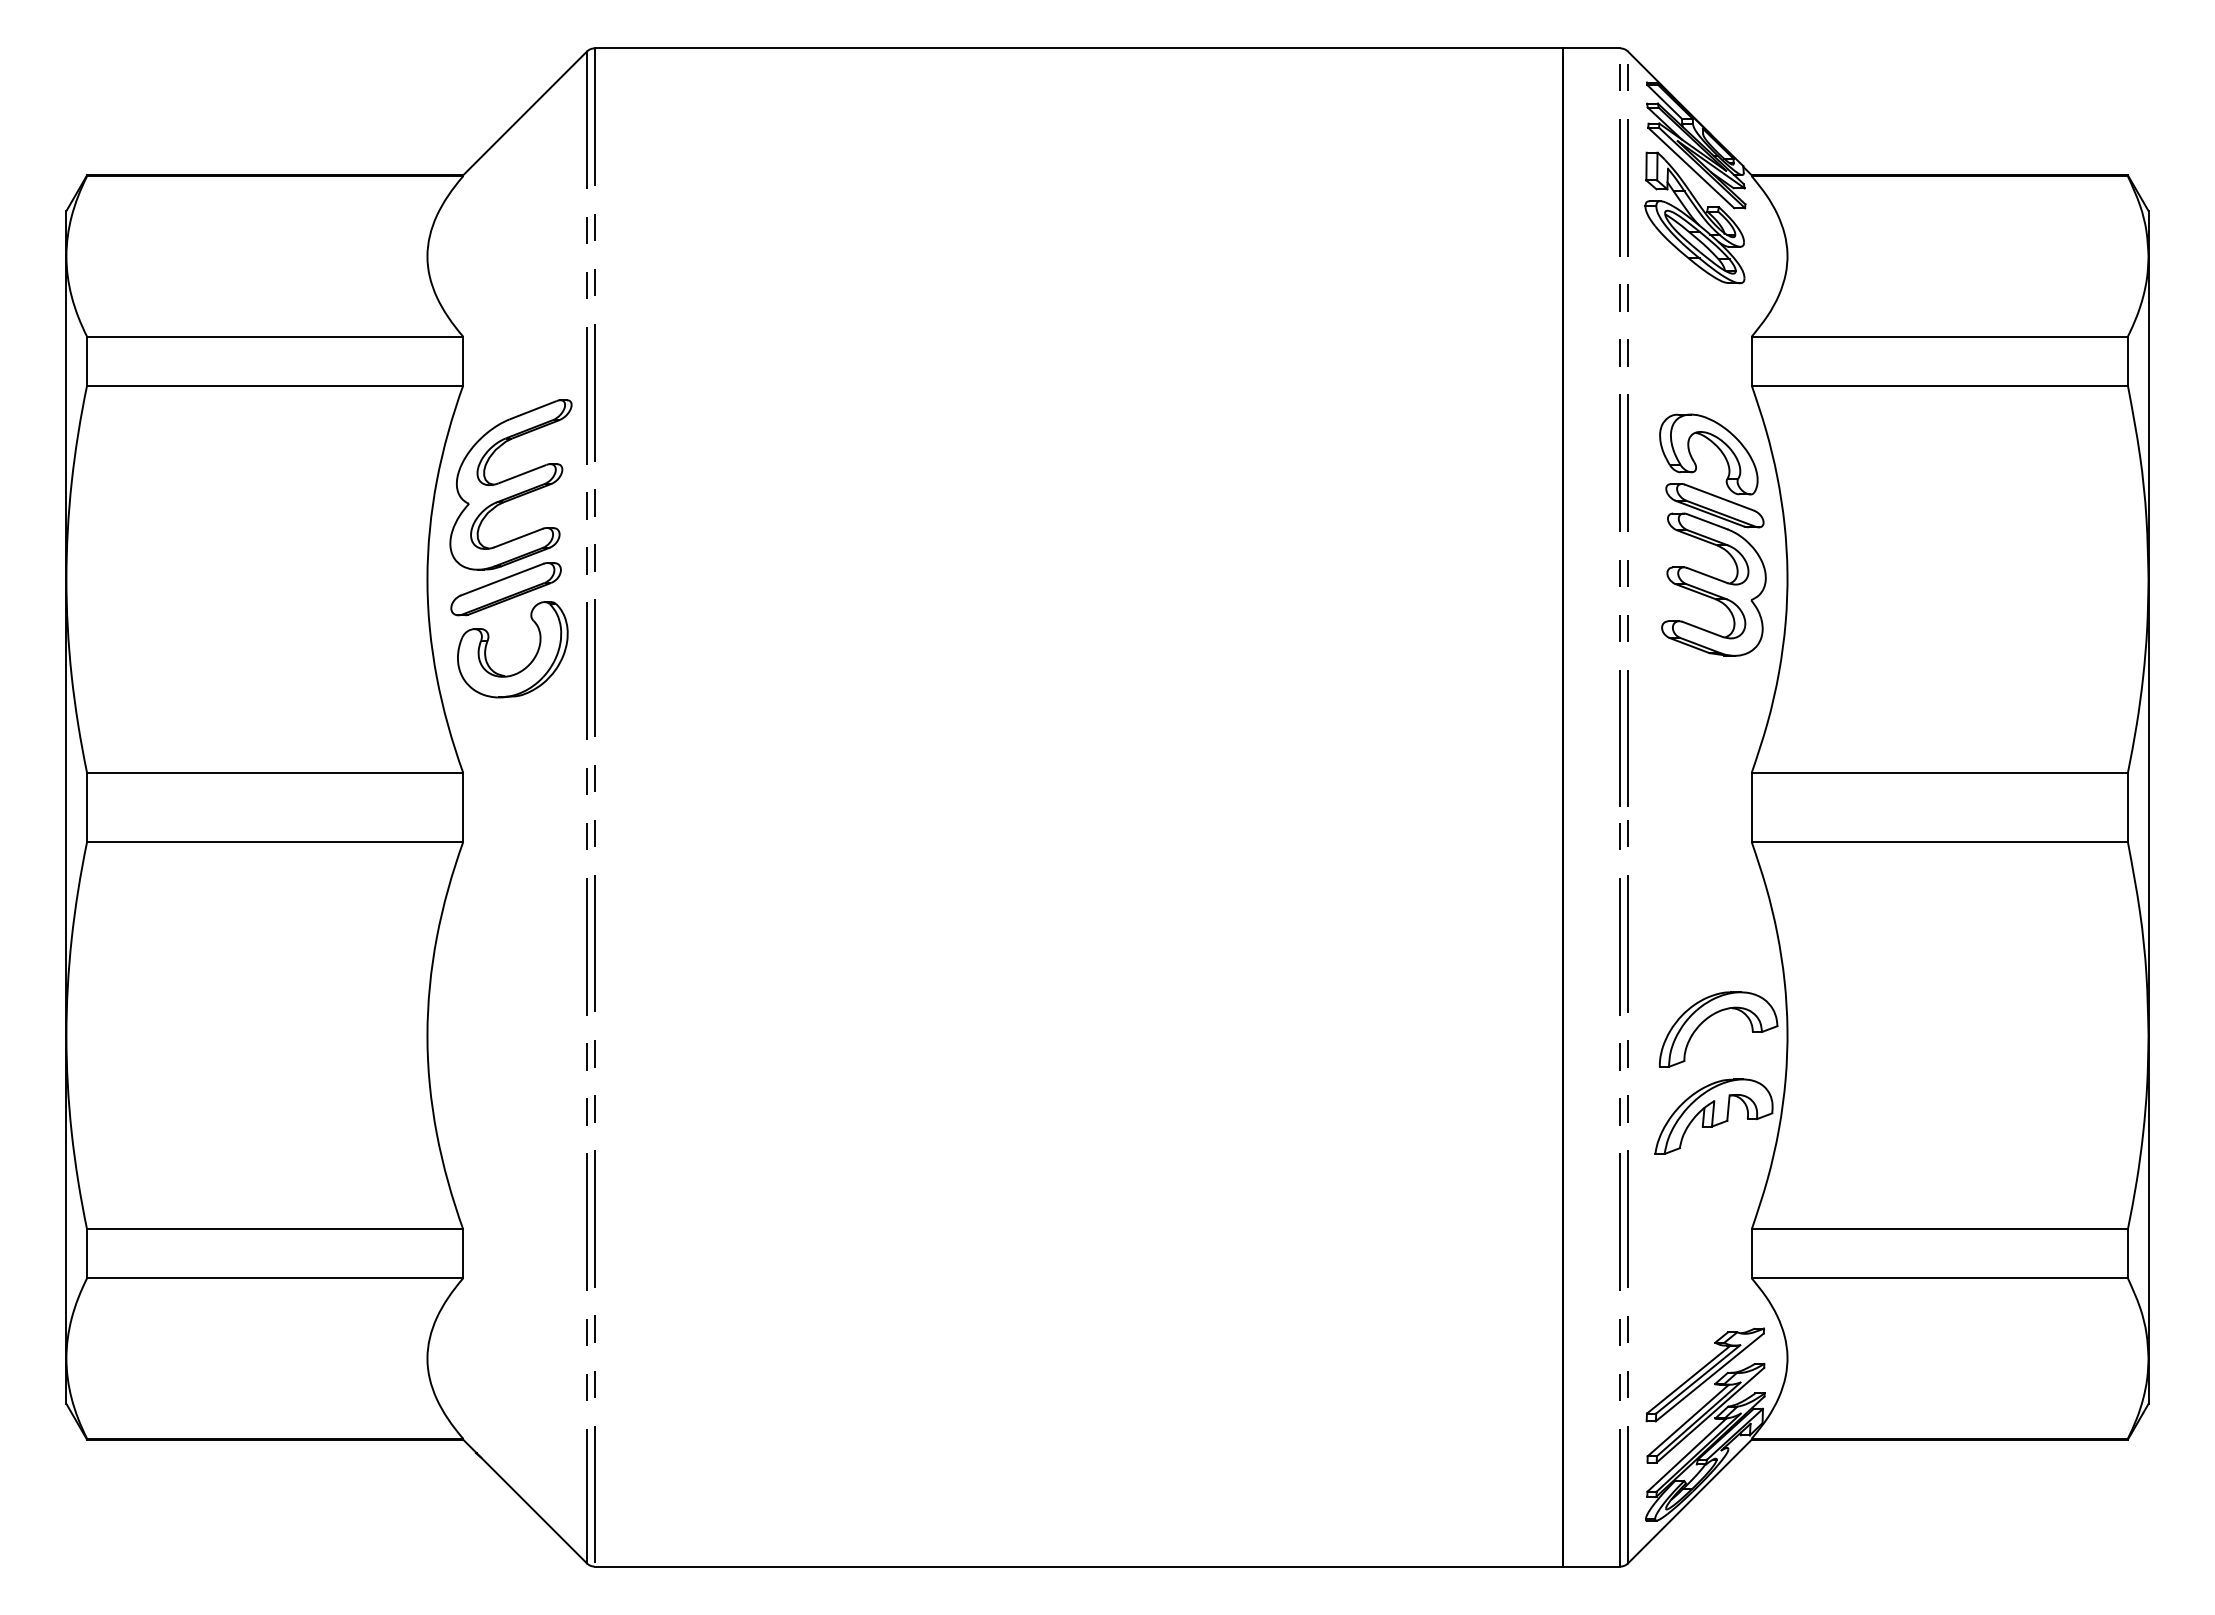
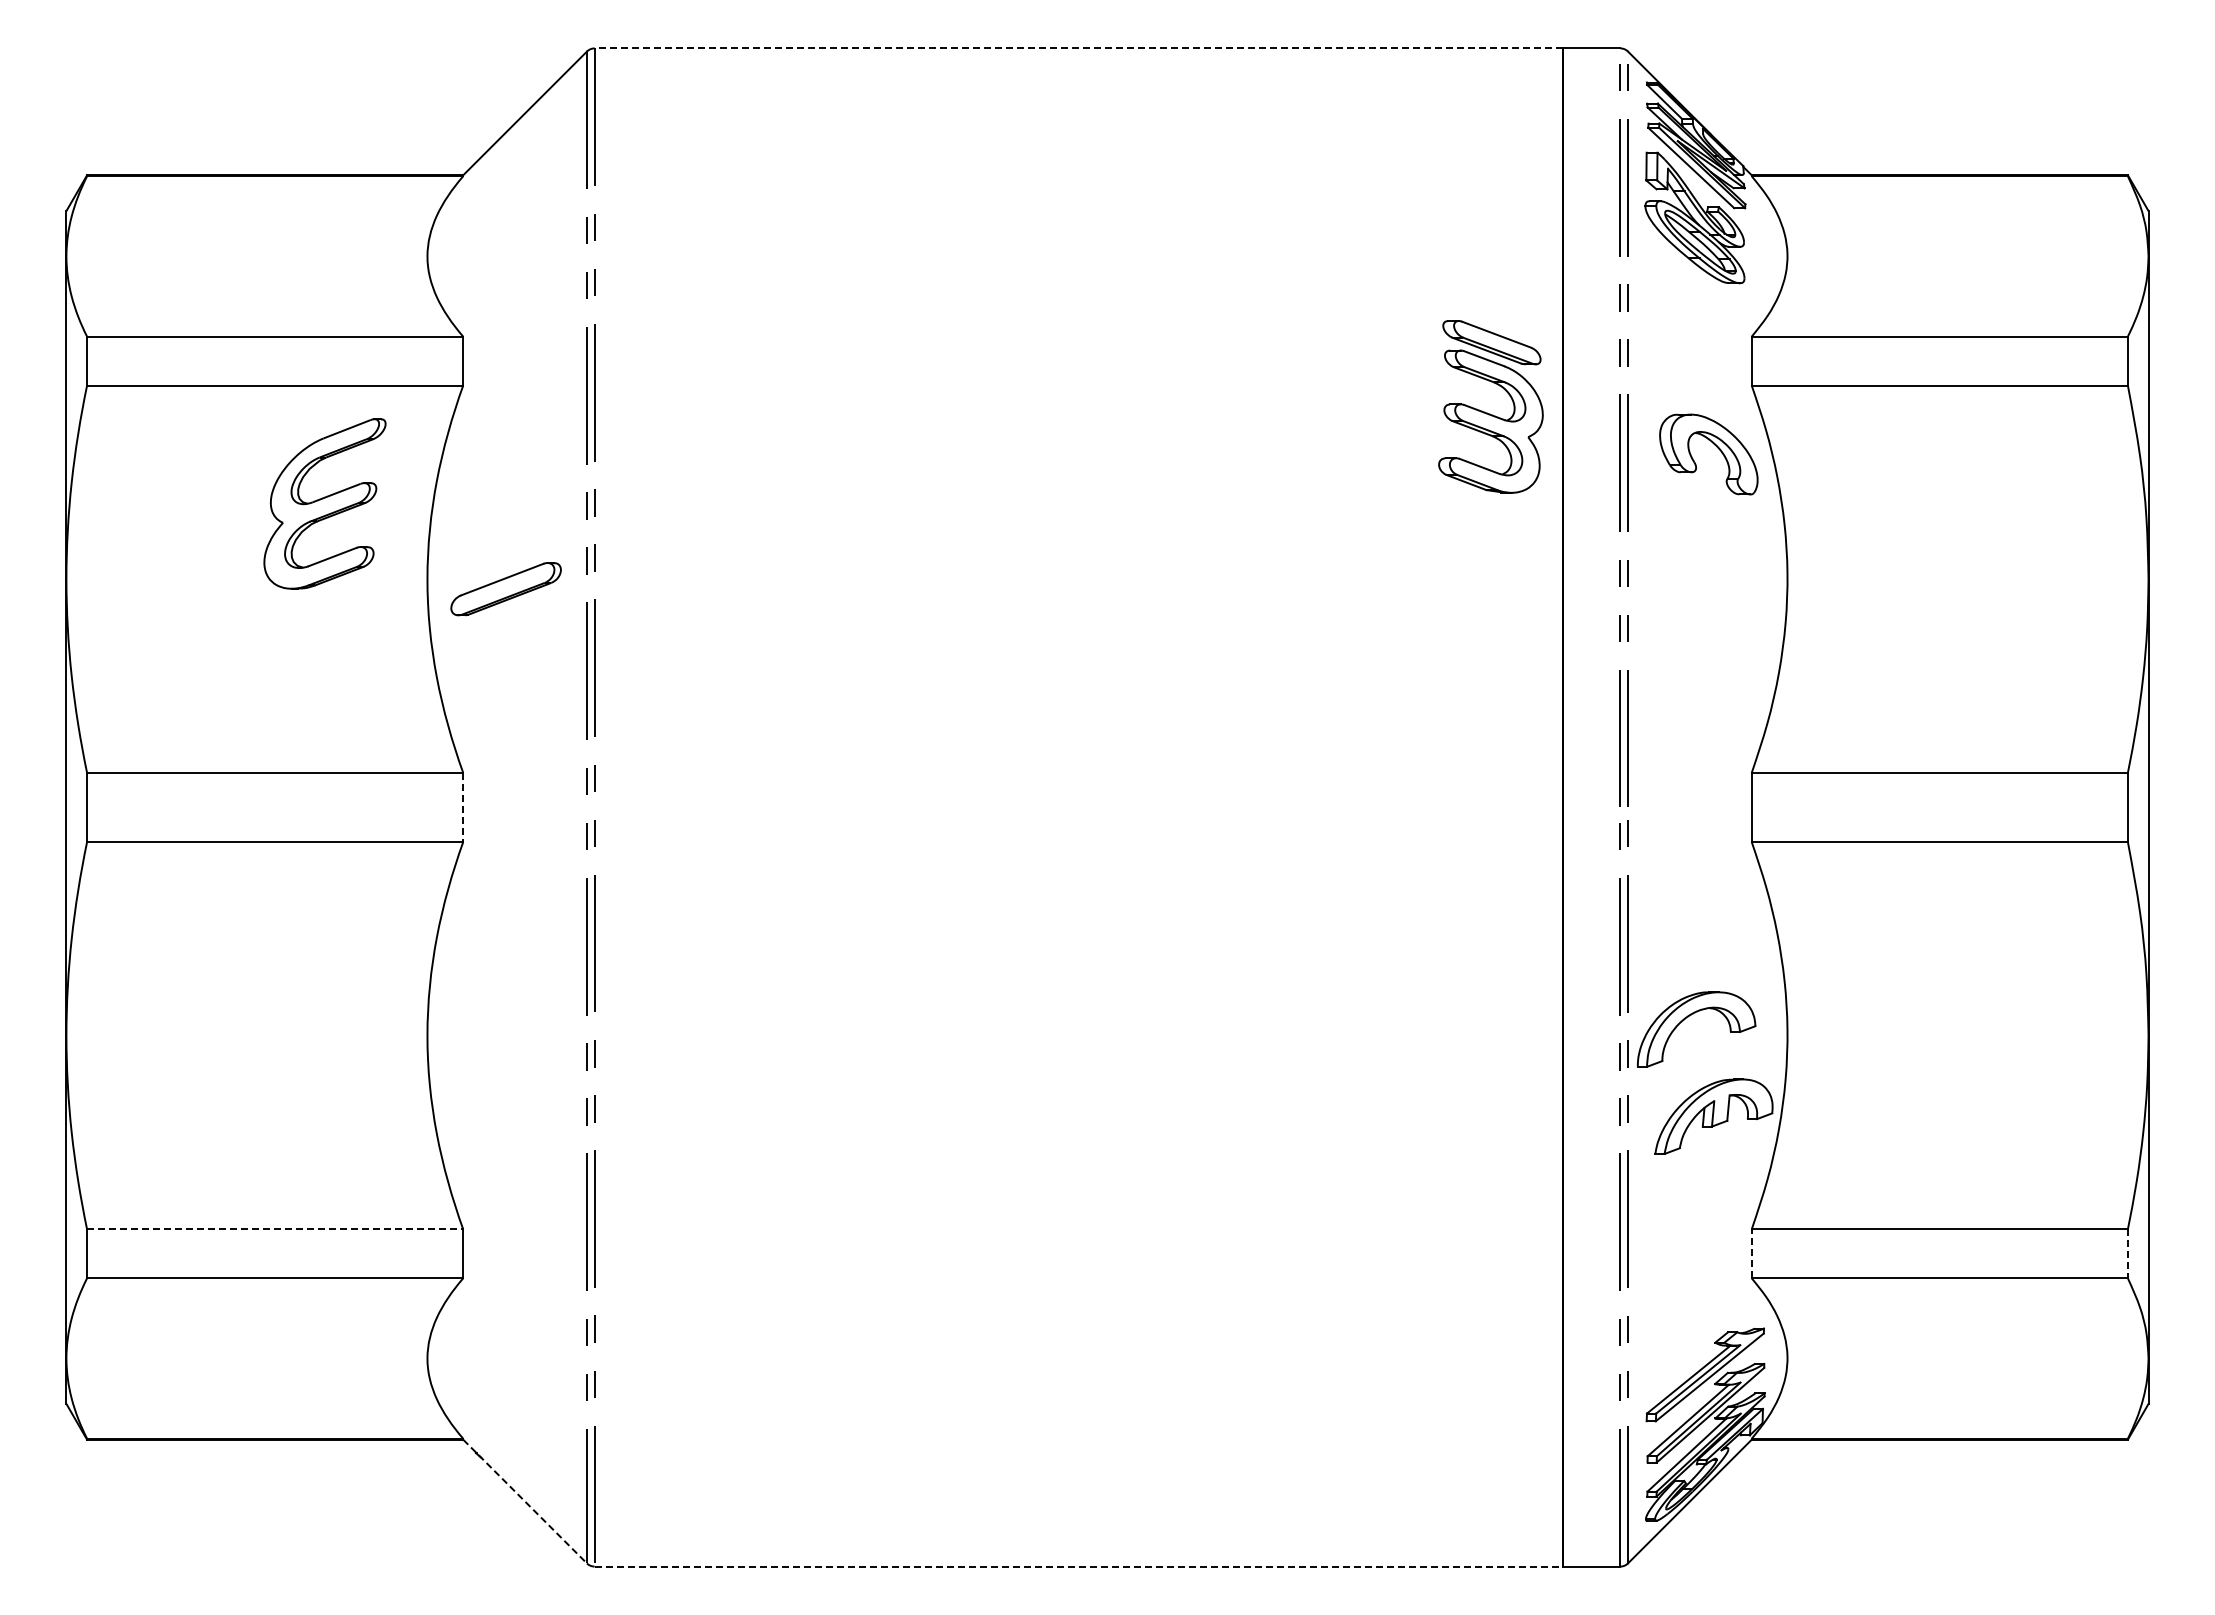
line at (1078, 48): solid -> dashed
part at (510, 484) position: (510, 484) -> (324, 503)
part at (1710, 575) position: (1710, 575) -> (1487, 412)
part at (524, 667): present -> none
line at (463, 807): solid -> dashed
part at (1710, 1017) position: (1710, 1017) -> (1688, 1017)
line at (275, 1229): solid -> dashed
line at (1751, 1253): solid -> dashed
line at (2127, 1254): solid -> dashed
line at (525, 1501): solid -> dashed
line at (1079, 1566): solid -> dashed
